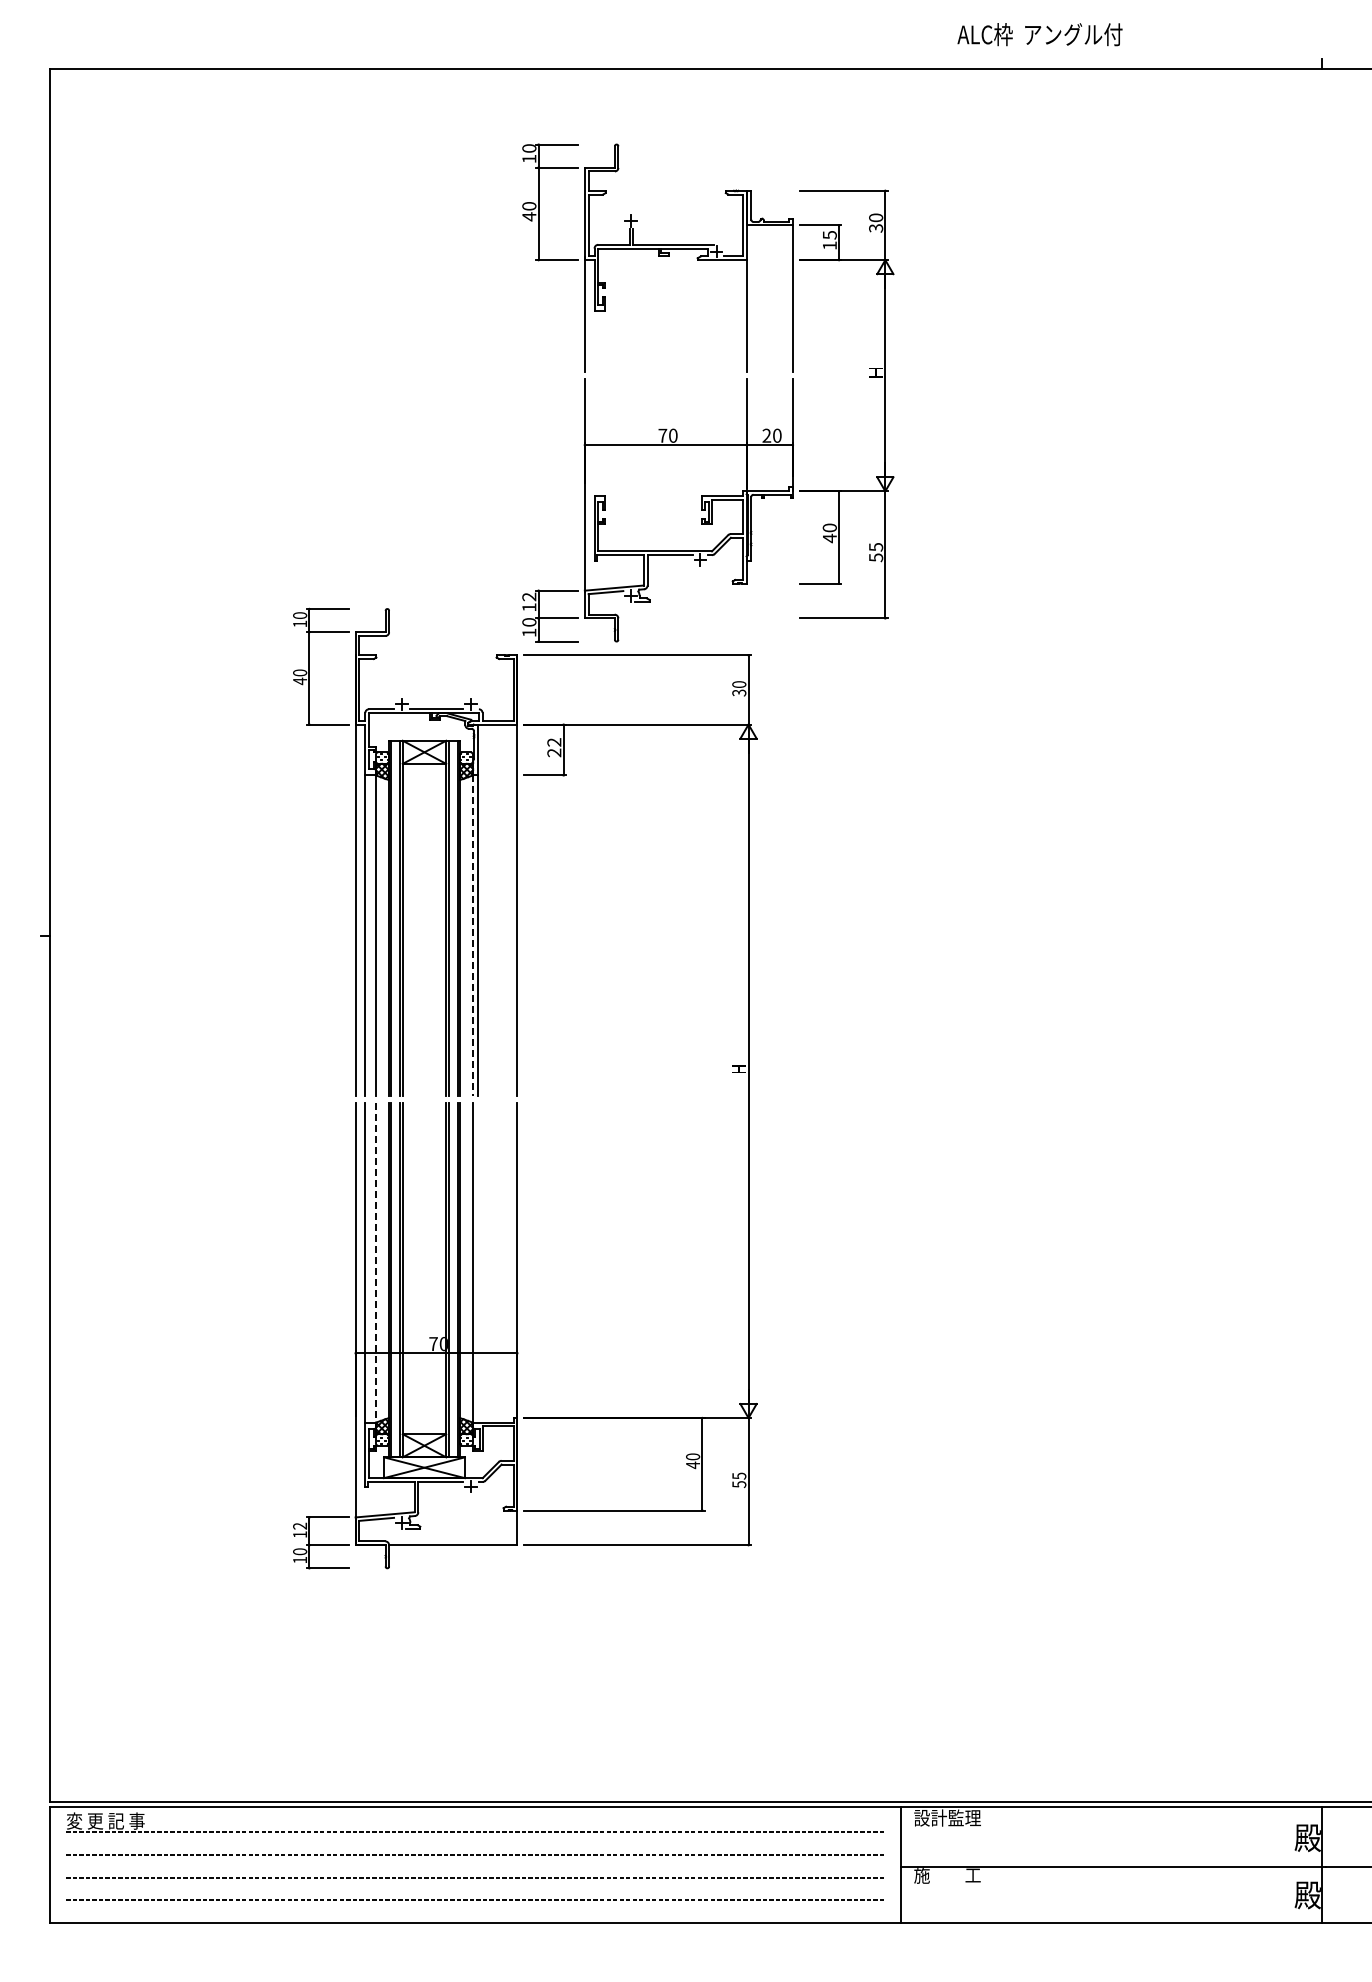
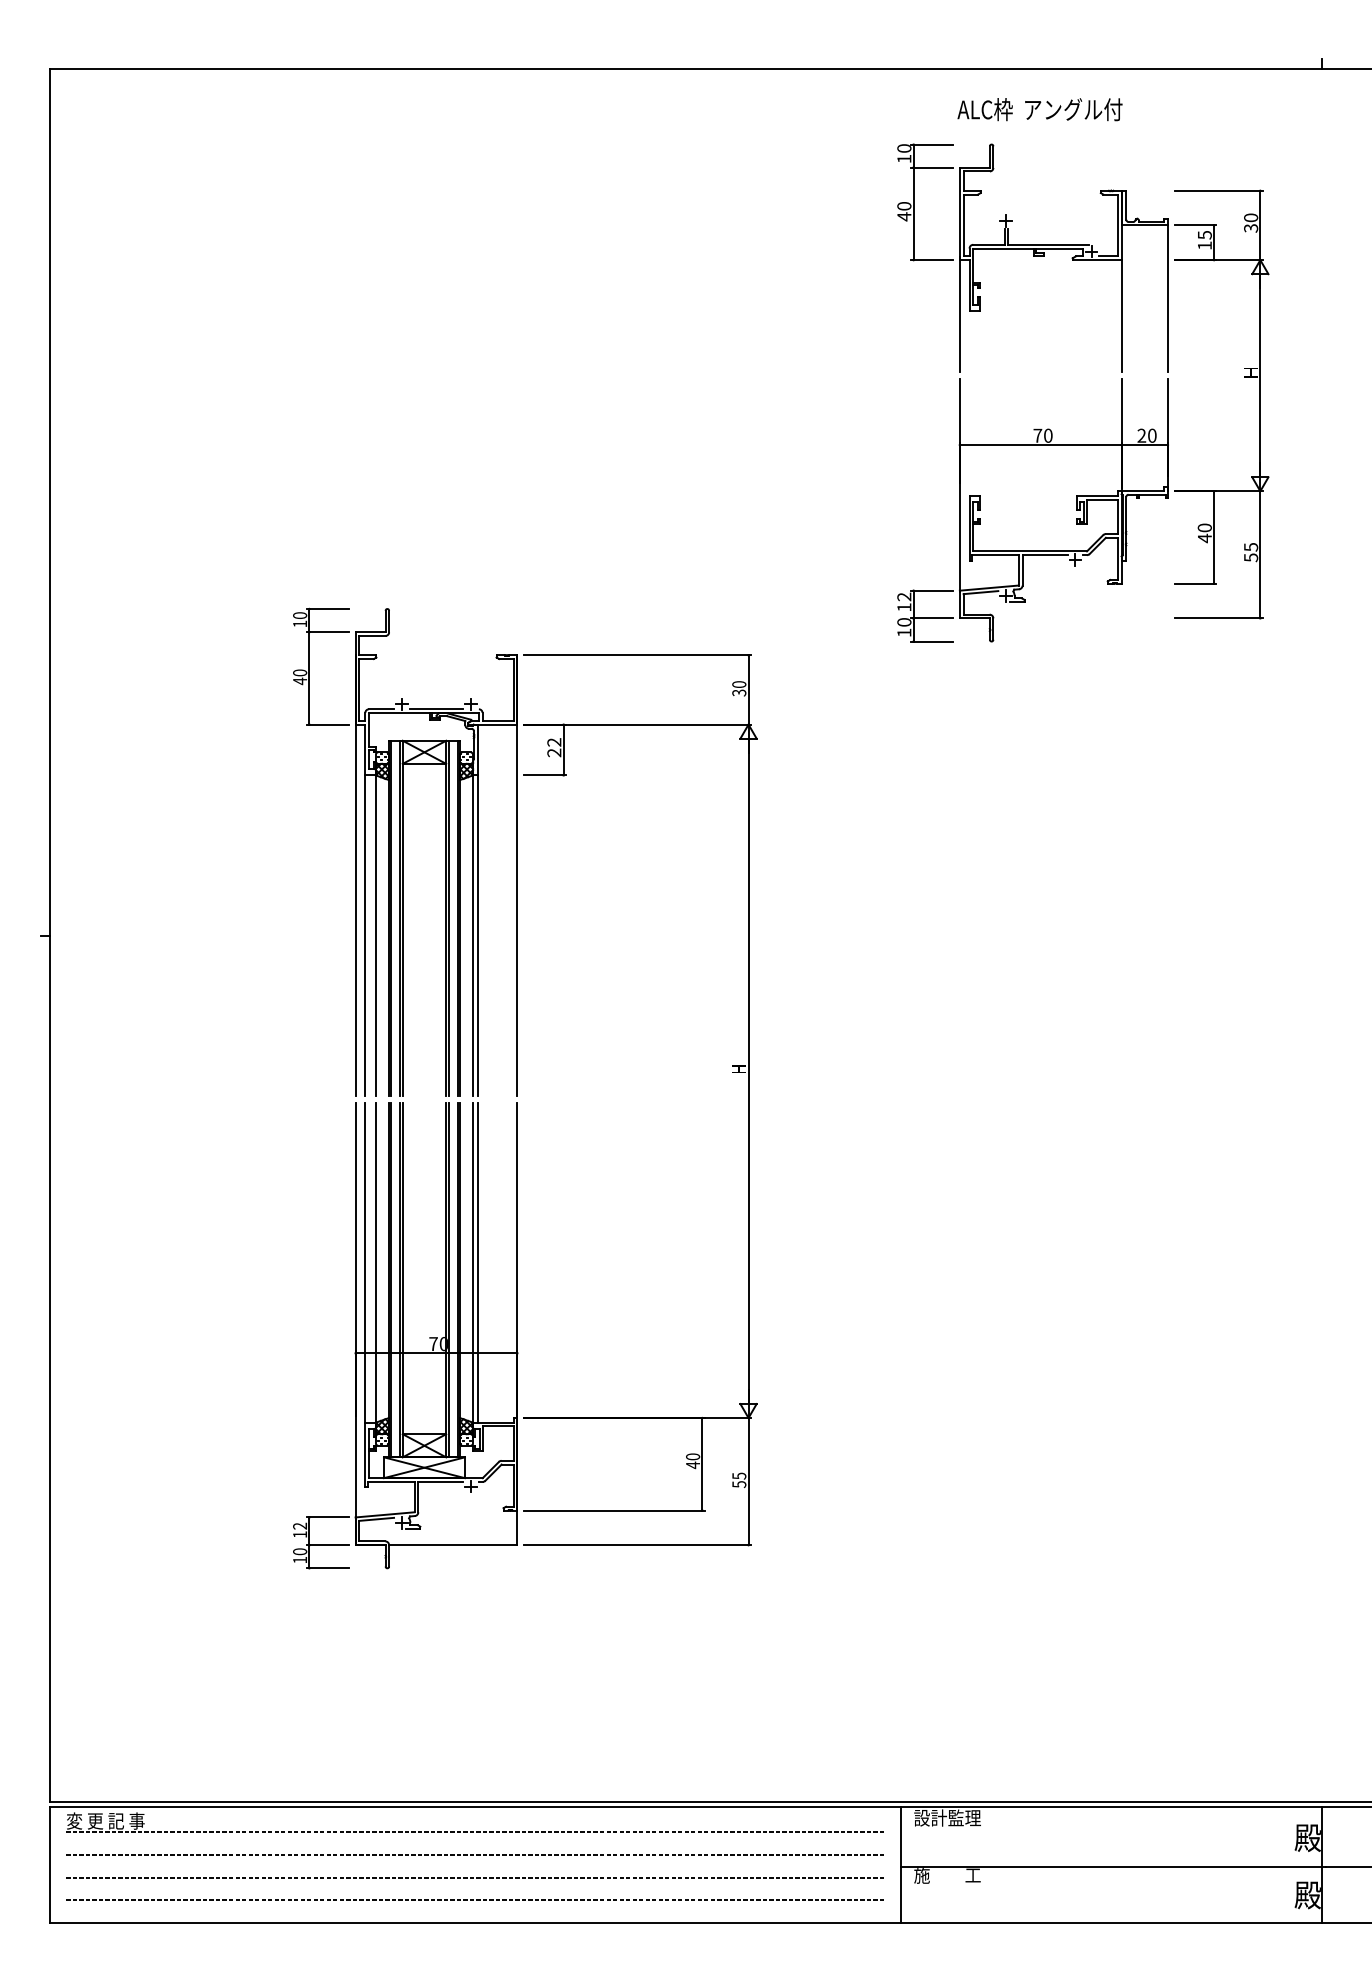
text at (1039, 34) position: (1039, 34) -> (1039, 109)
part at (746, 392) position: (746, 392) -> (1121, 392)
line at (473, 935): dashed -> solid
line at (477, 1262): none -> present
line at (375, 1263): dashed -> solid
